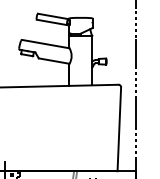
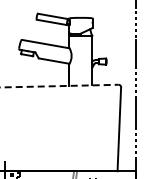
line at (59, 86): solid -> dashed
